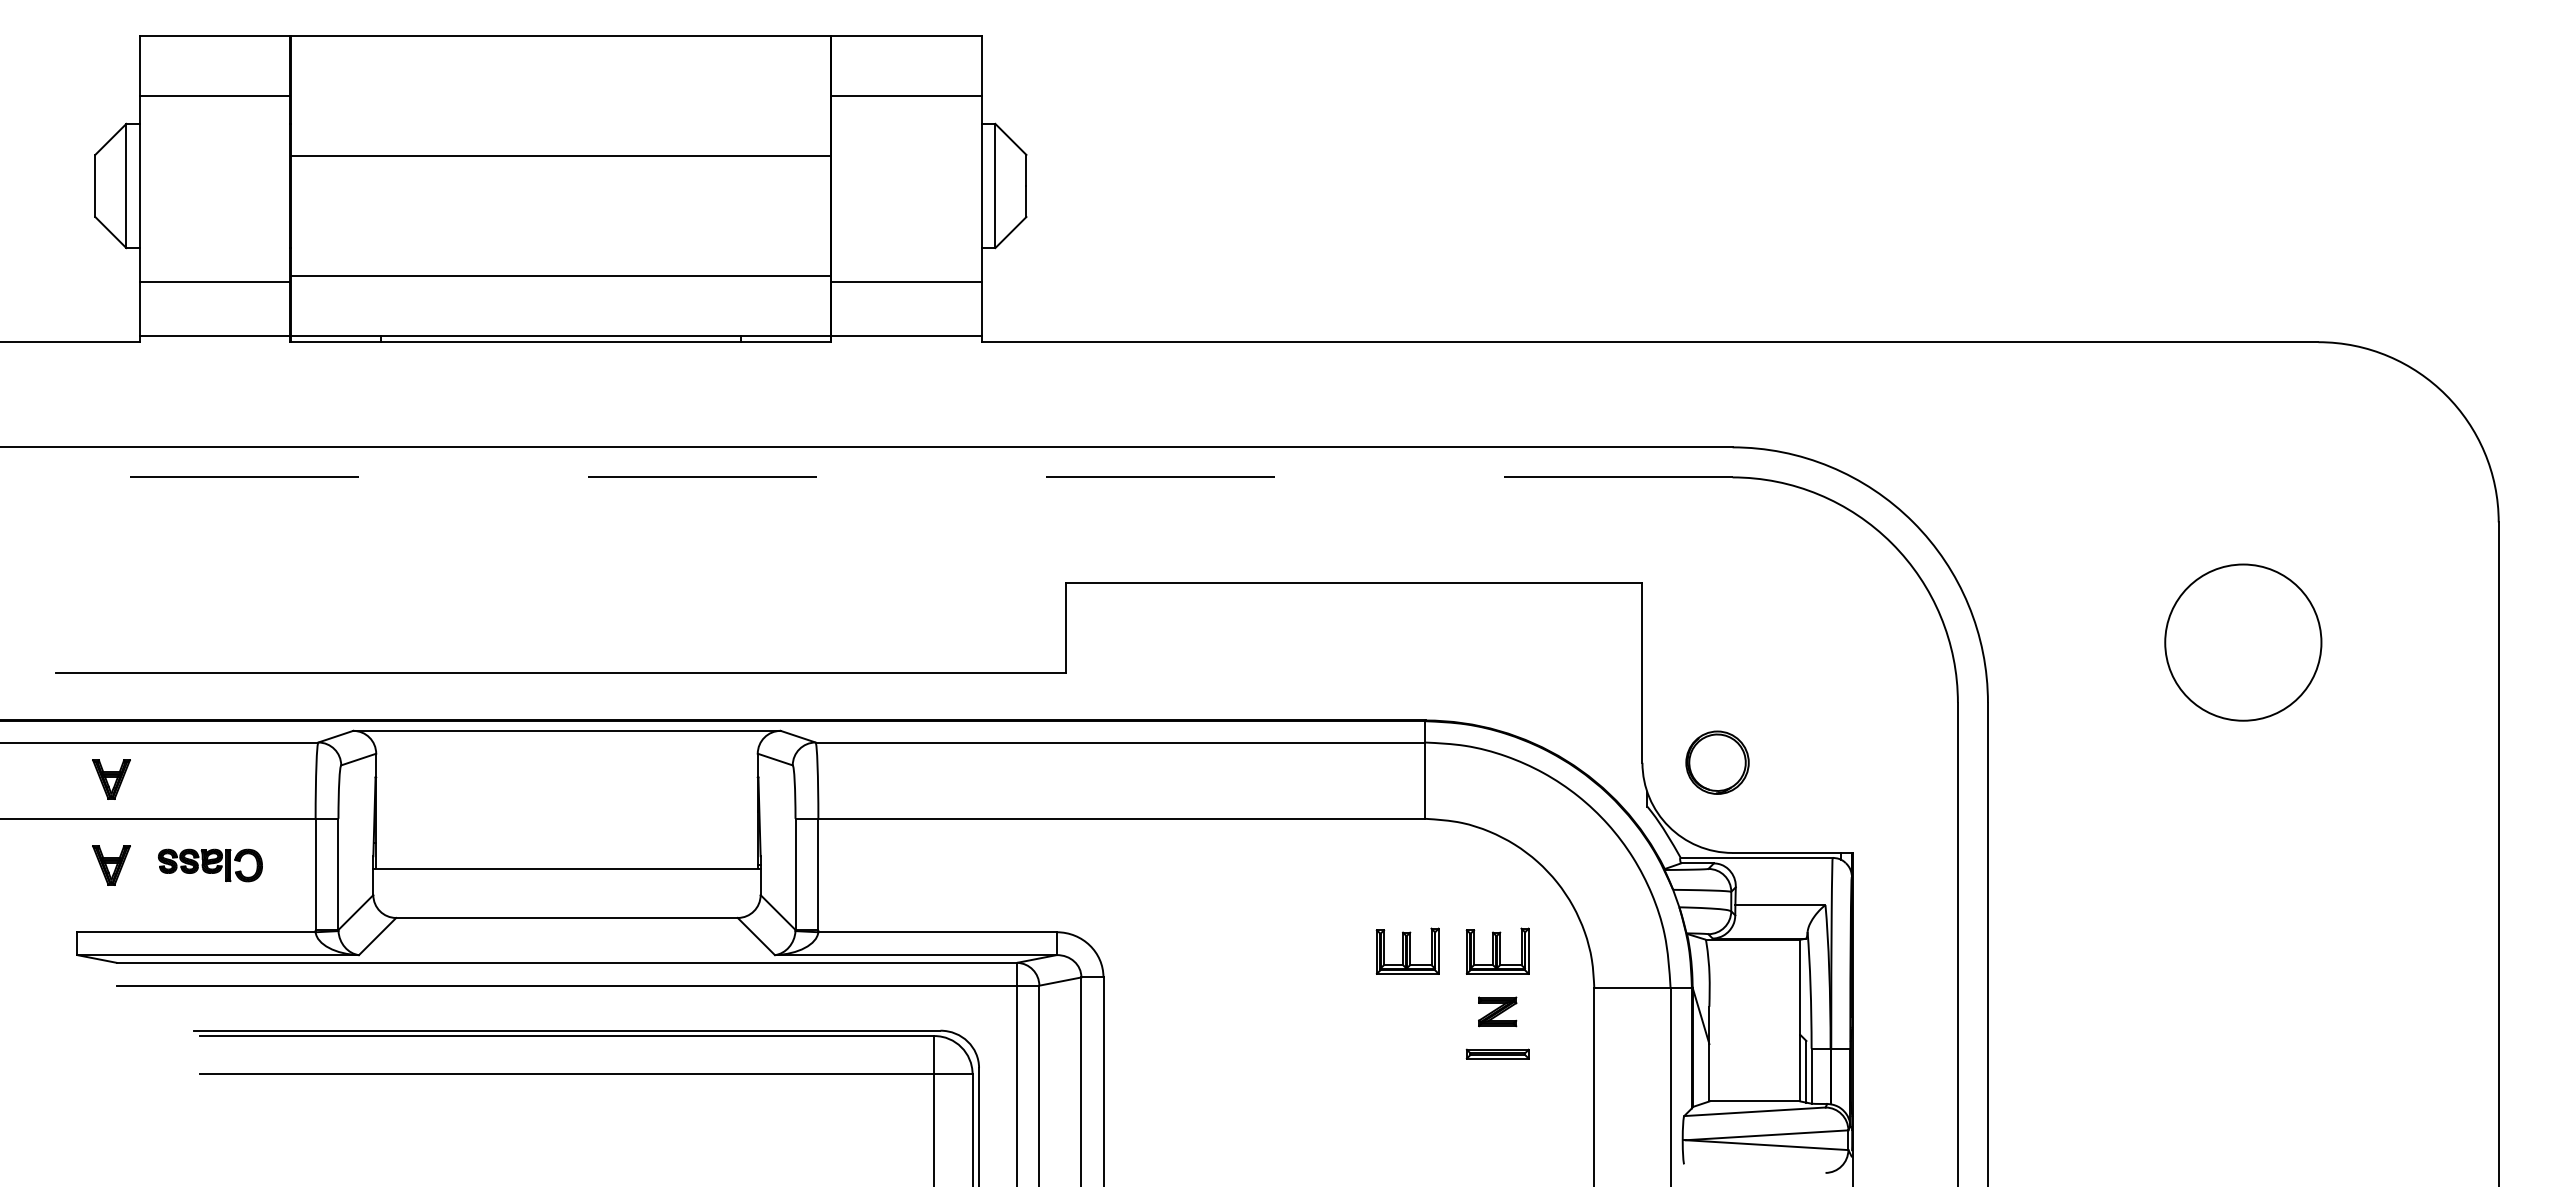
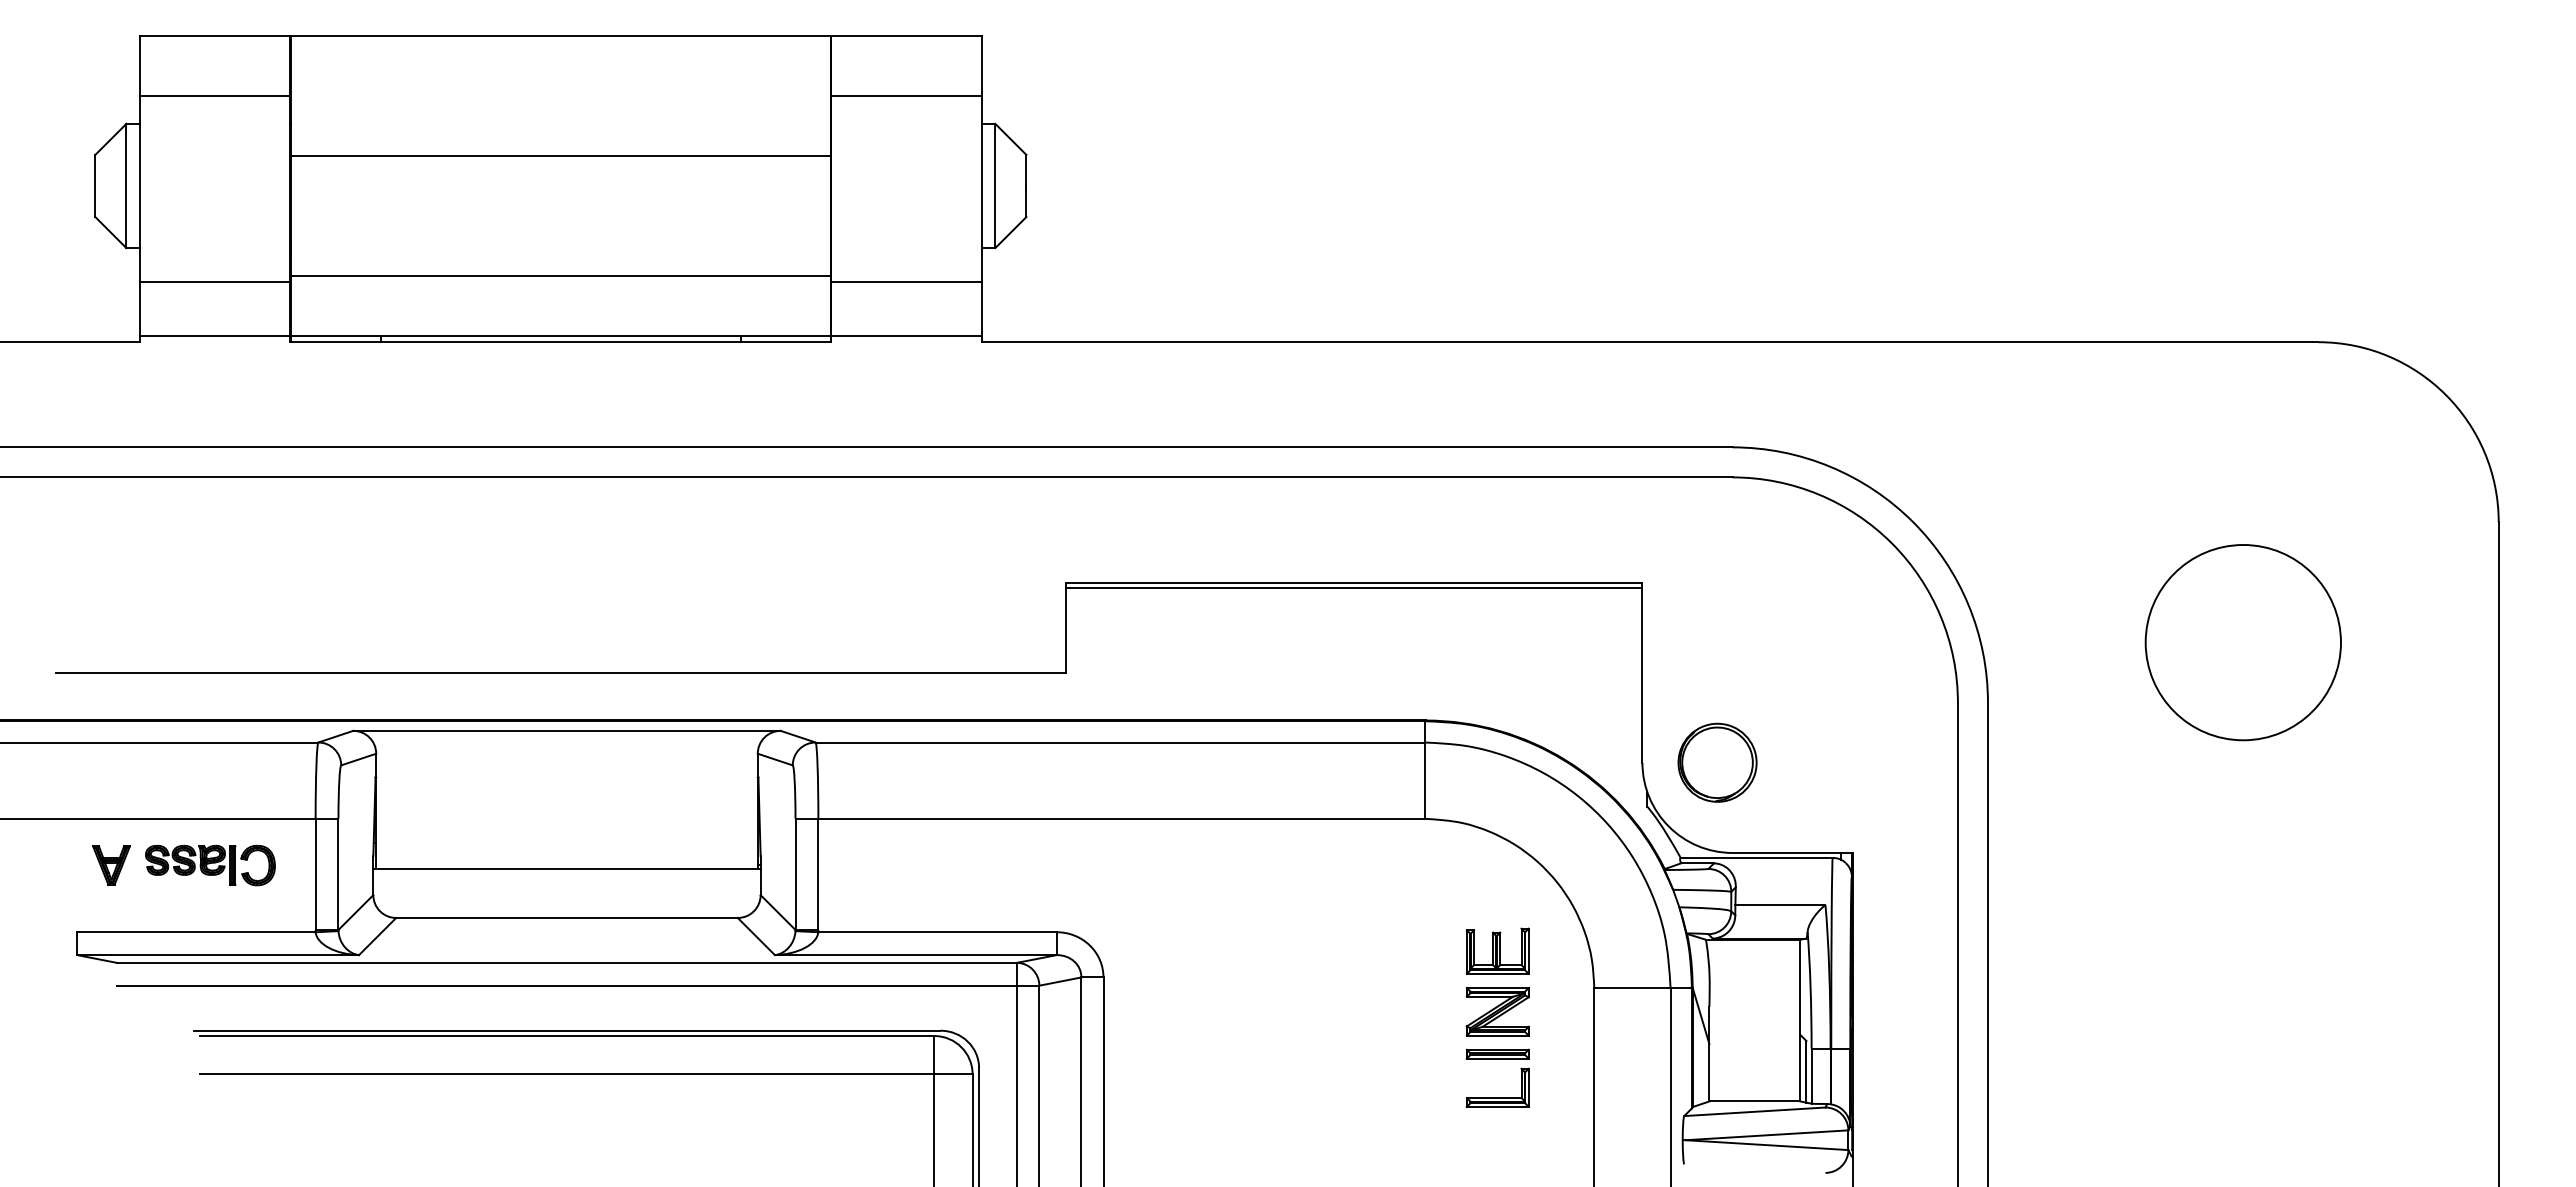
line at (865, 477): dashed -> solid
line at (1353, 587): none -> present
circle at (2243, 642) diameter: 156 px -> 195 px
part at (1717, 762) size: 65x65 px -> 81x81 px
part at (111, 779): present -> none
part at (210, 865) size: 105x35 px -> 131x43 px
part at (1407, 950): present -> none
part at (1497, 1011) size: 40x32 px -> 65x50 px
part at (1497, 1097): none -> present
